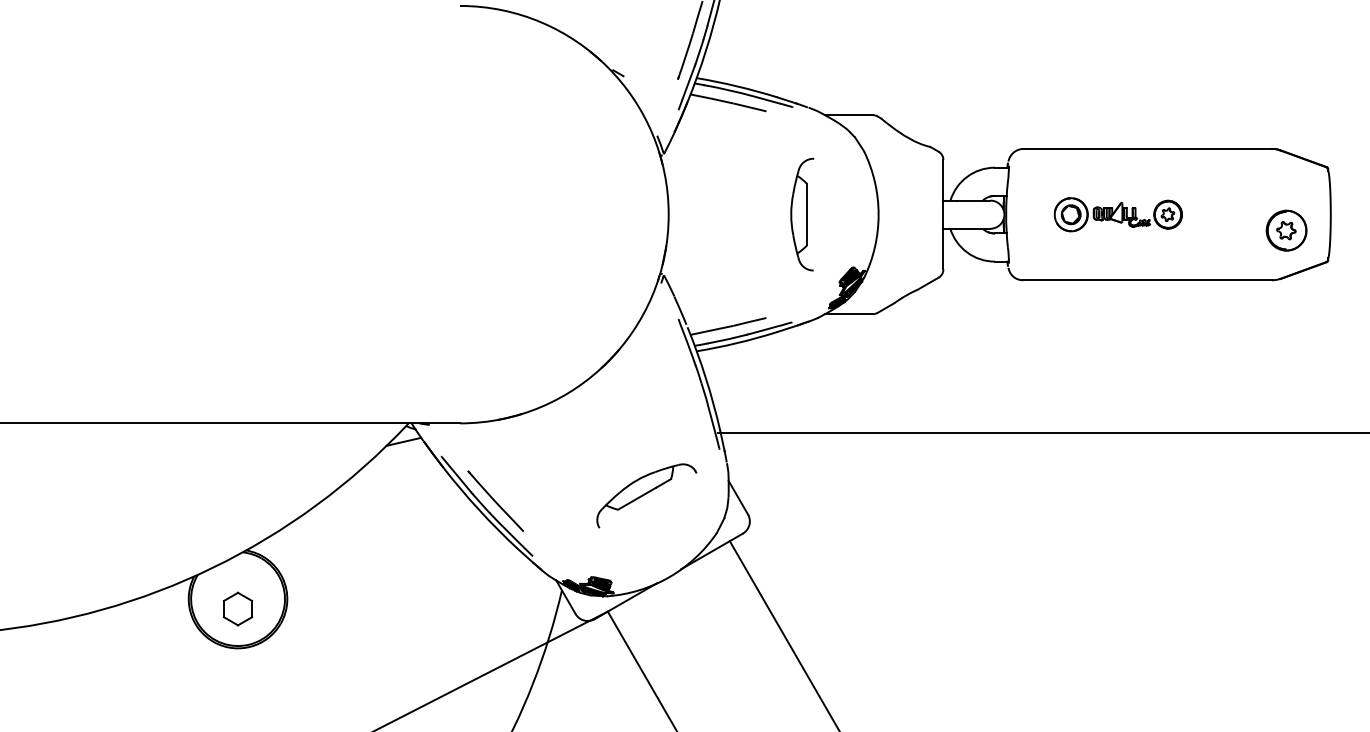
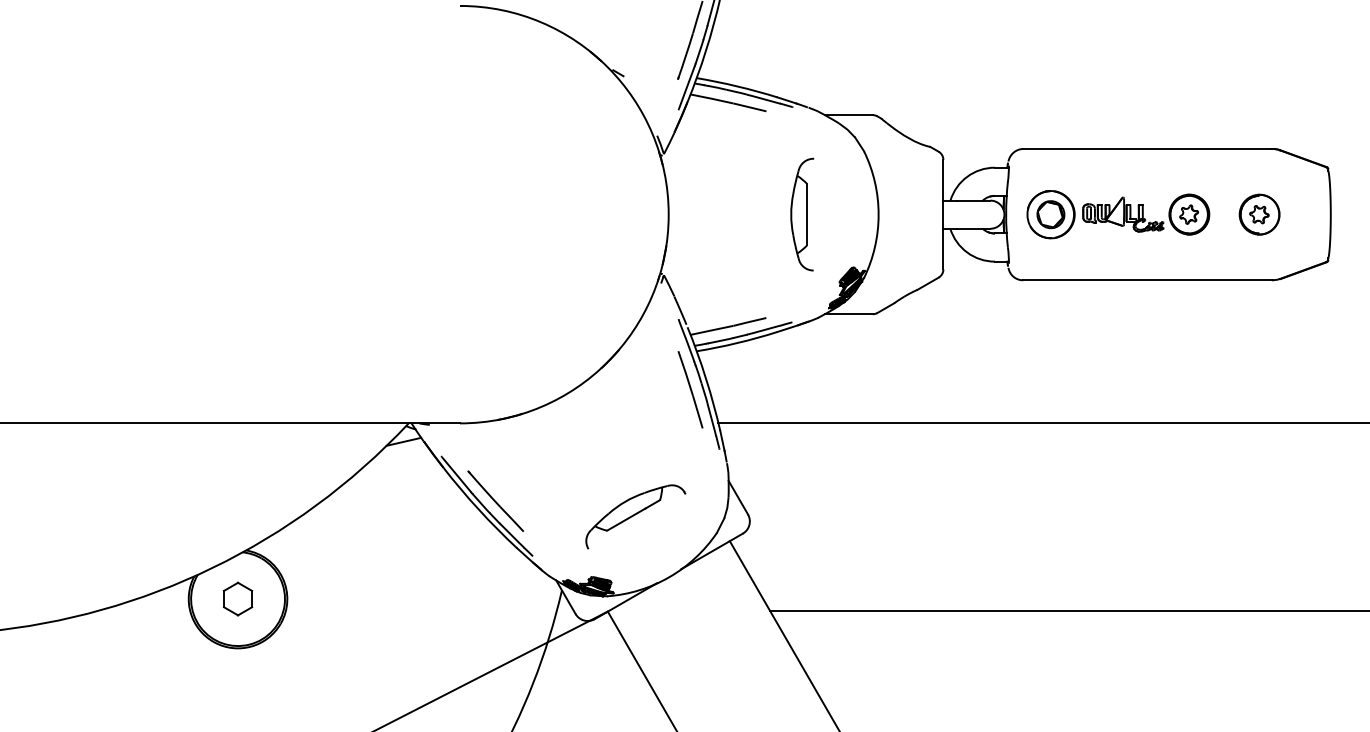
part at (1117, 214) size: 130x36 px -> 185x50 px
part at (1286, 230) position: (1286, 230) -> (1259, 214)
line at (690, 389): none -> present
line at (1042, 433) position: (1042, 433) -> (1042, 423)
part at (646, 495) position: (646, 495) -> (635, 516)
part at (237, 608) position: (237, 608) -> (237, 598)
line at (1068, 611): none -> present
